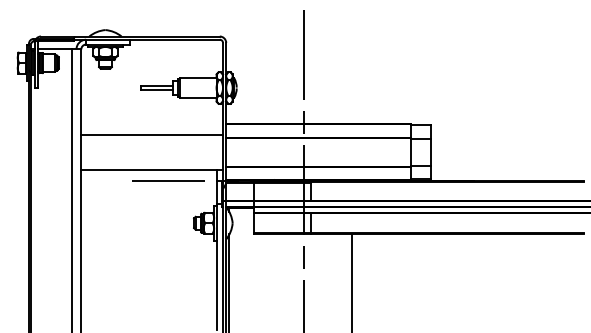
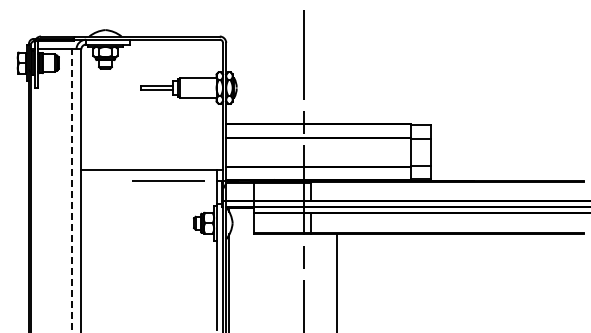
line at (152, 134): present -> none
line at (71, 191): solid -> dashed
line at (351, 281) position: (351, 281) -> (336, 281)
